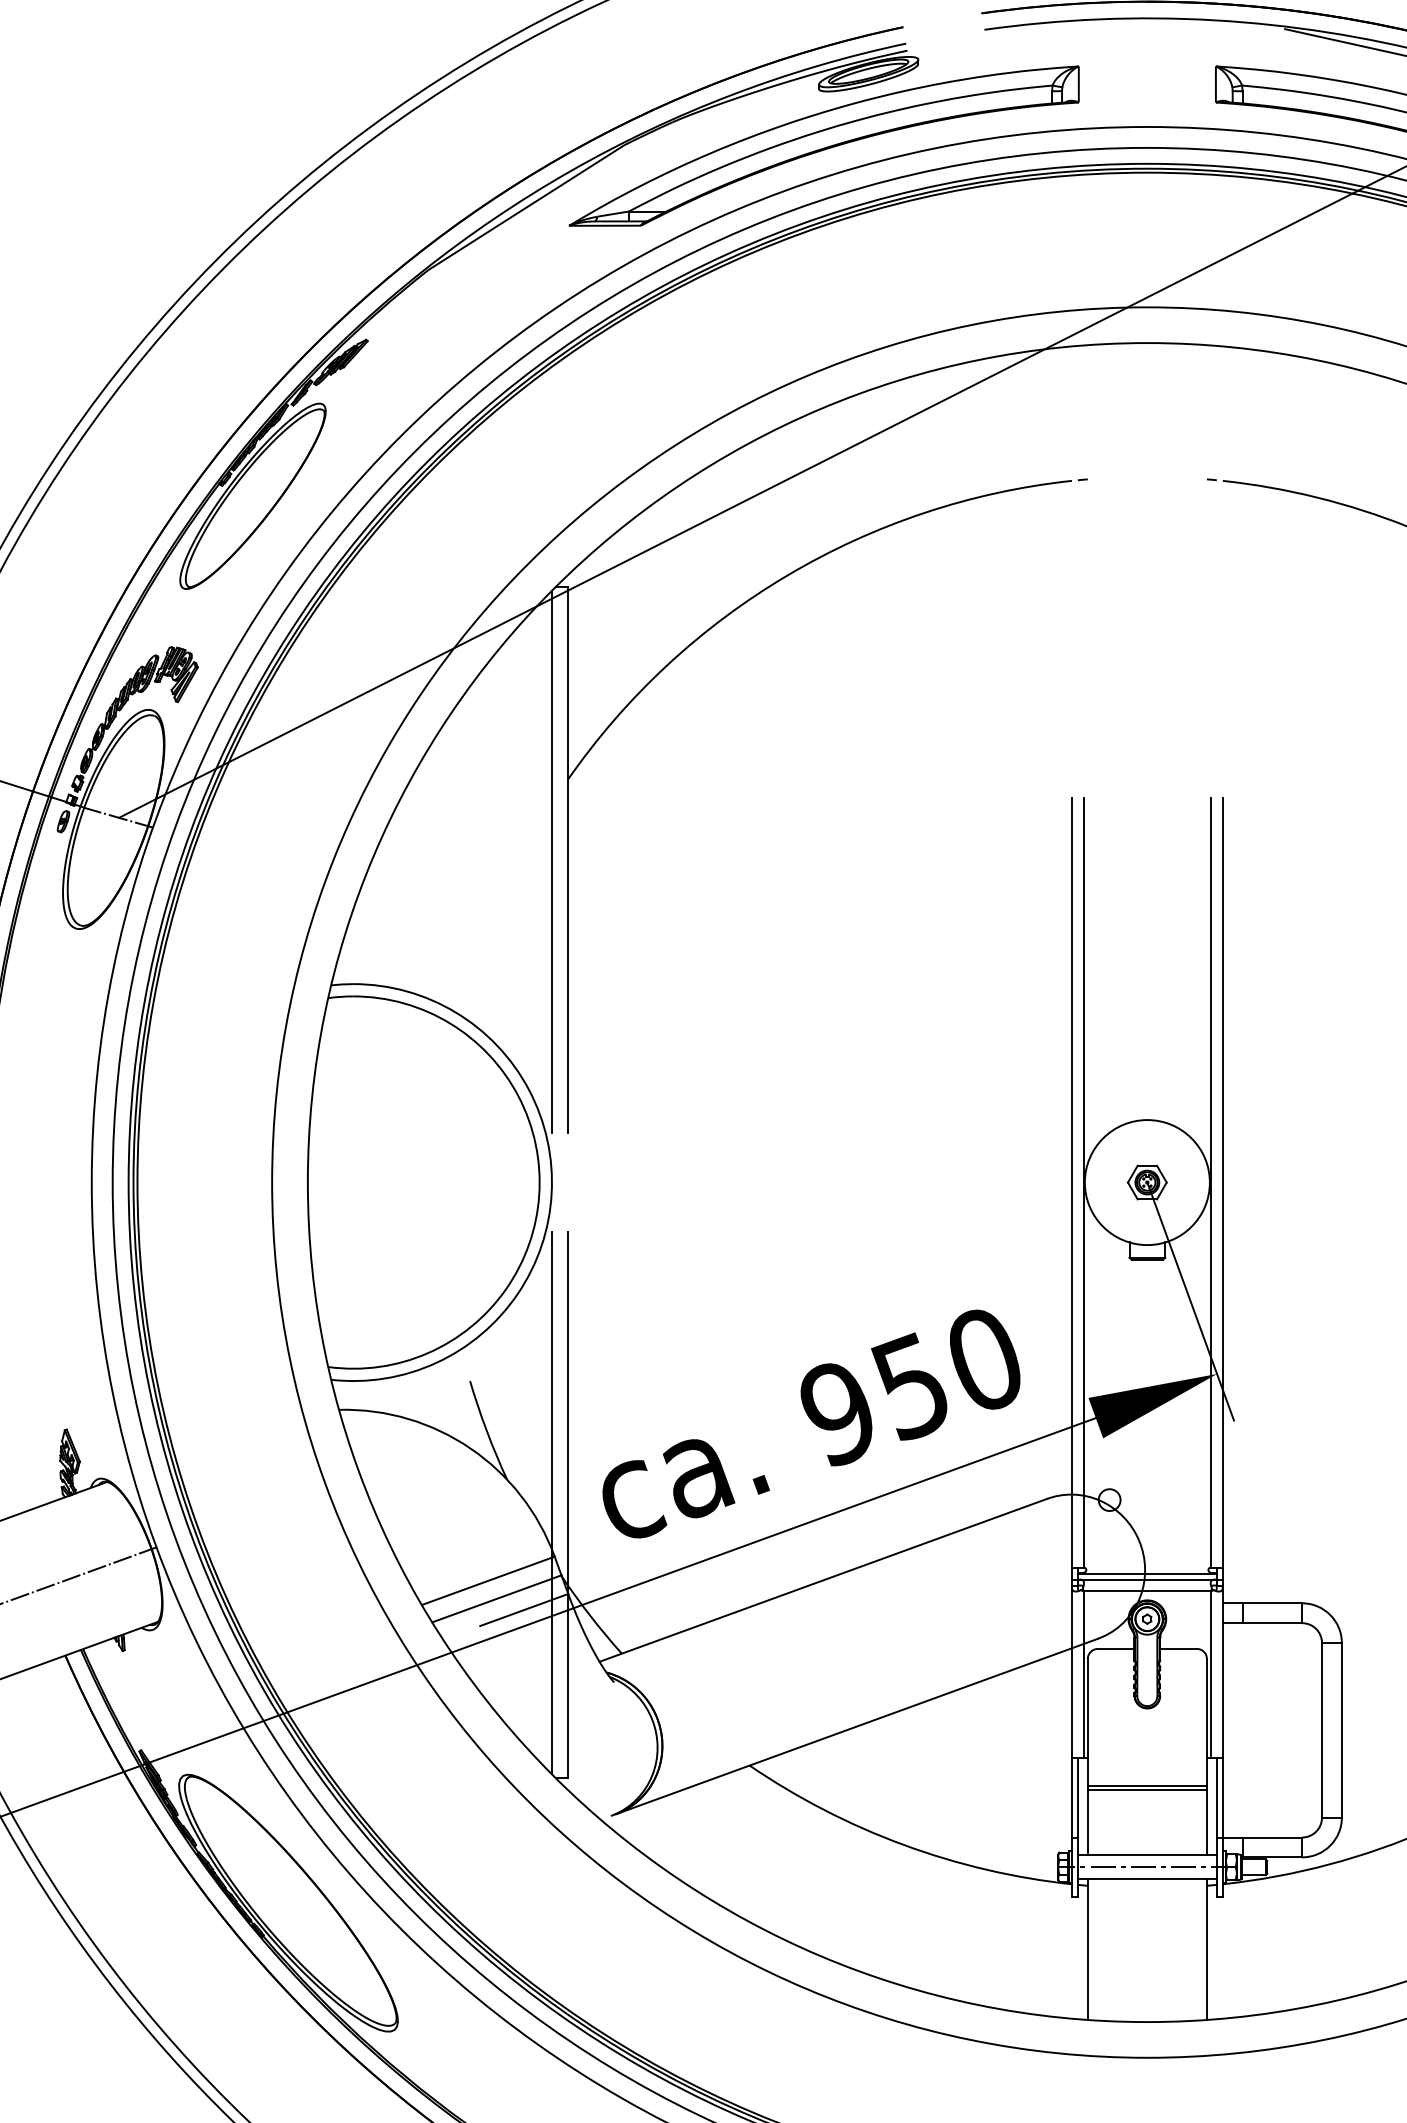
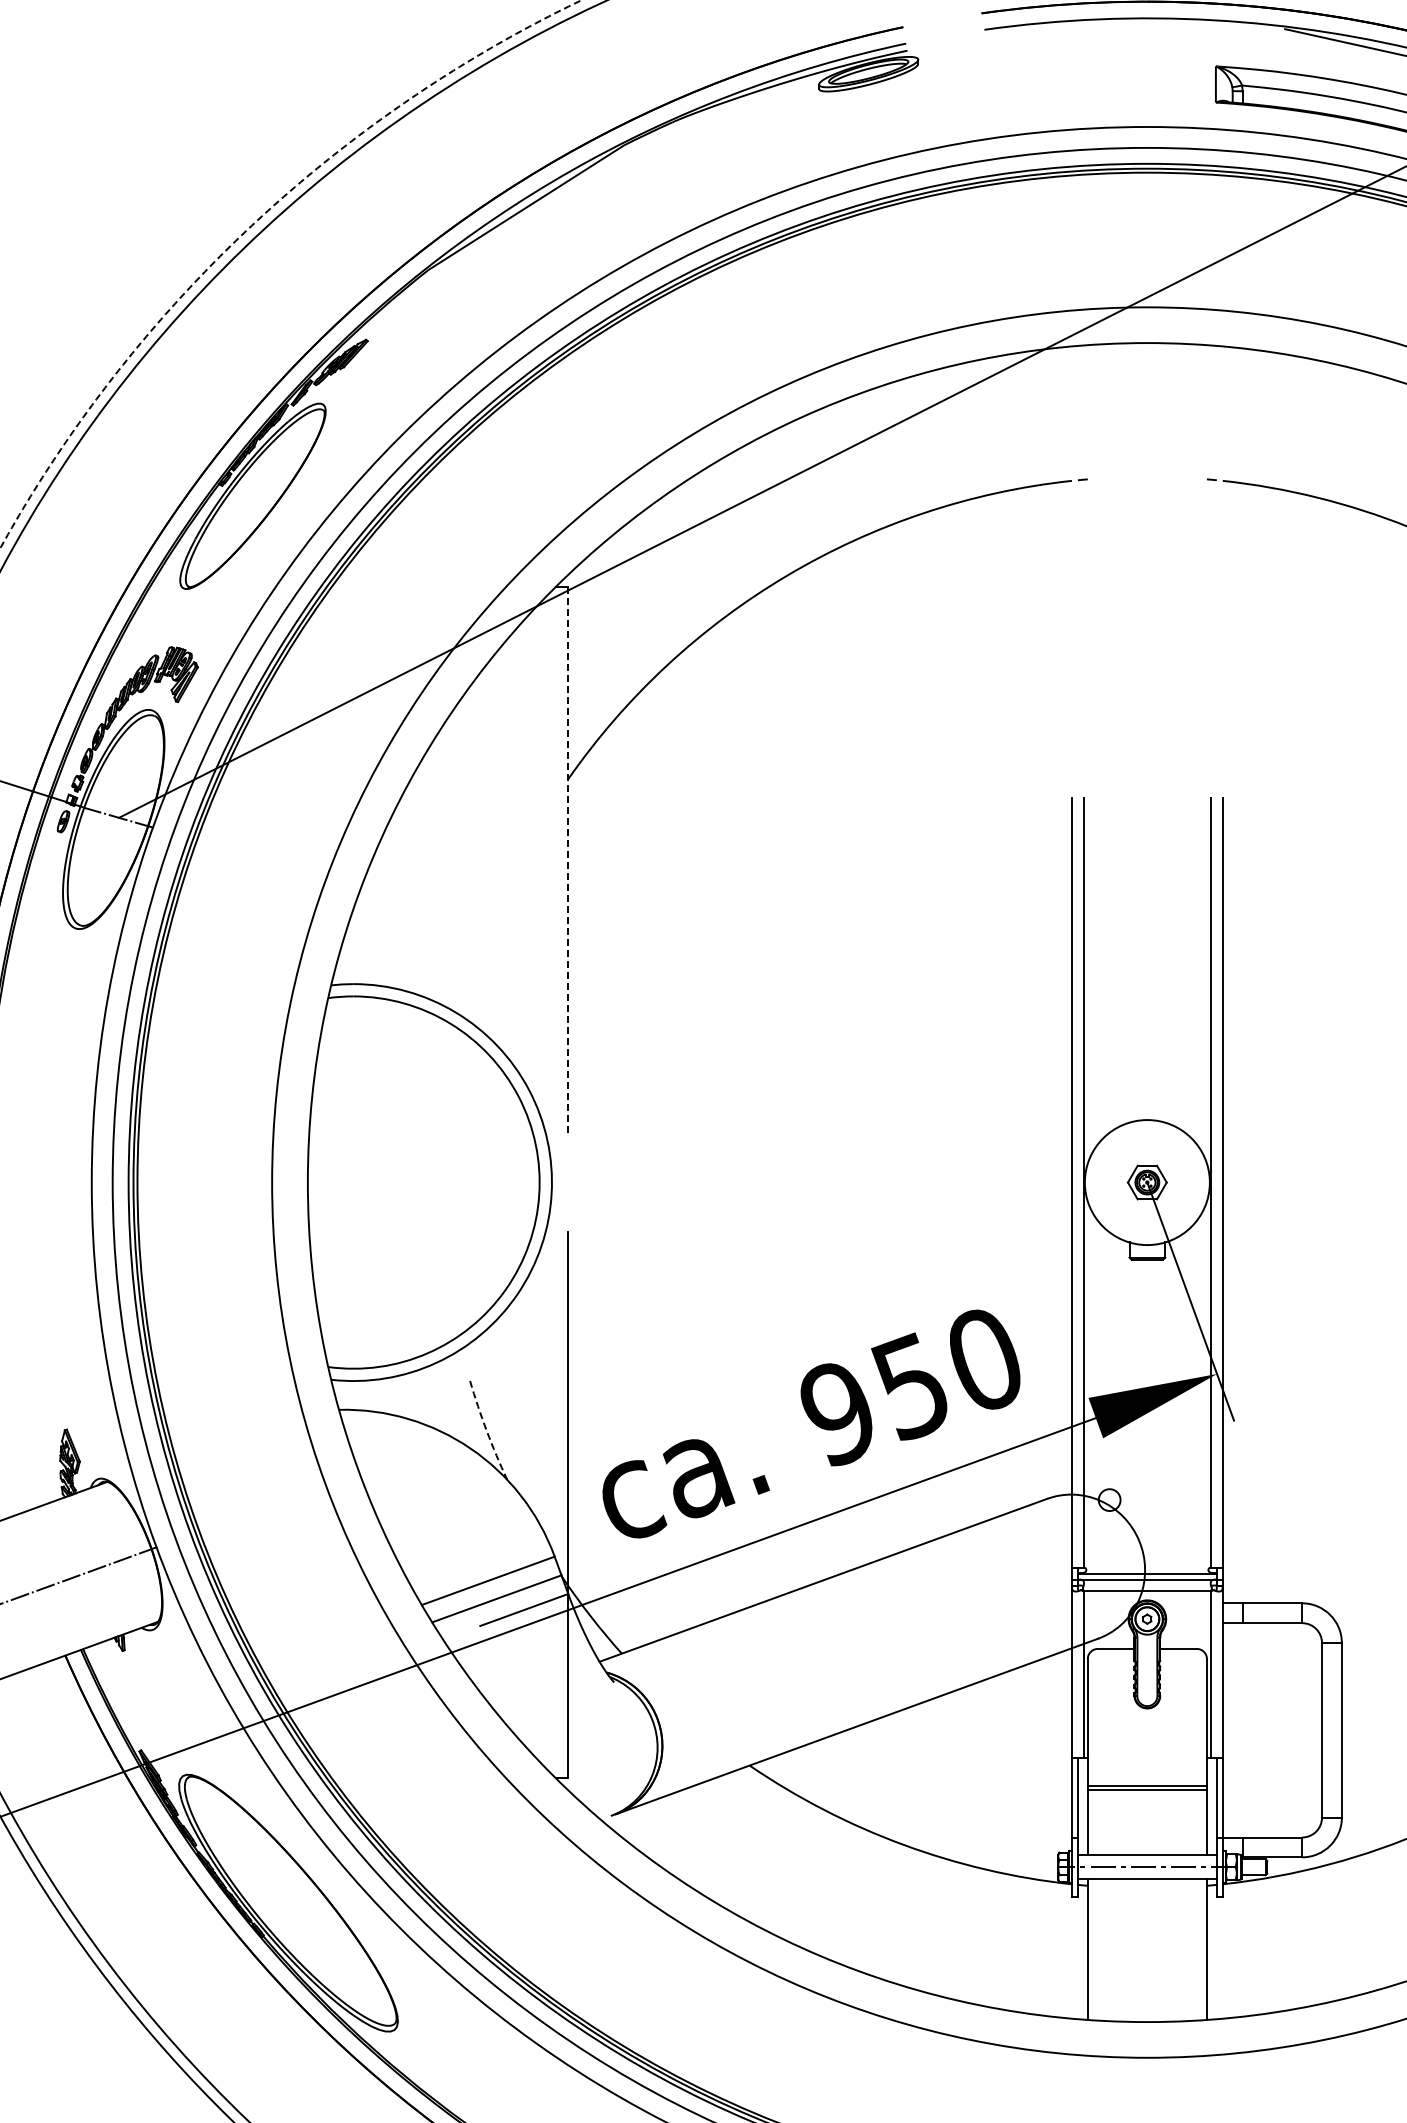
part at (823, 145): present -> none
arc at (248, 228): solid -> dashed
line at (567, 860): solid -> dashed
line at (551, 861): present -> none
arc at (486, 1431): solid -> dashed
line at (551, 1503): present -> none
